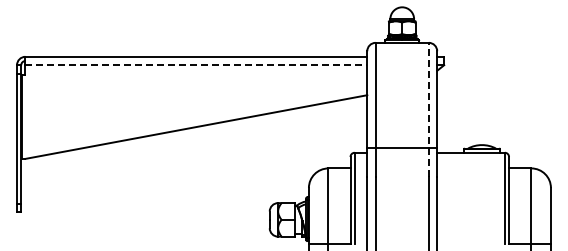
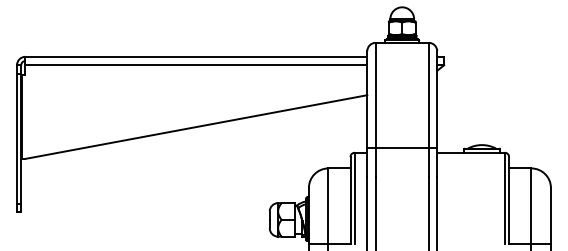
line at (196, 65): dashed -> solid
line at (428, 109): dashed -> solid
